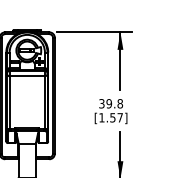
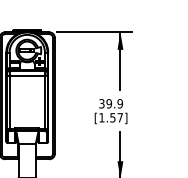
text at (120, 103): 39.8 -> 39.9
